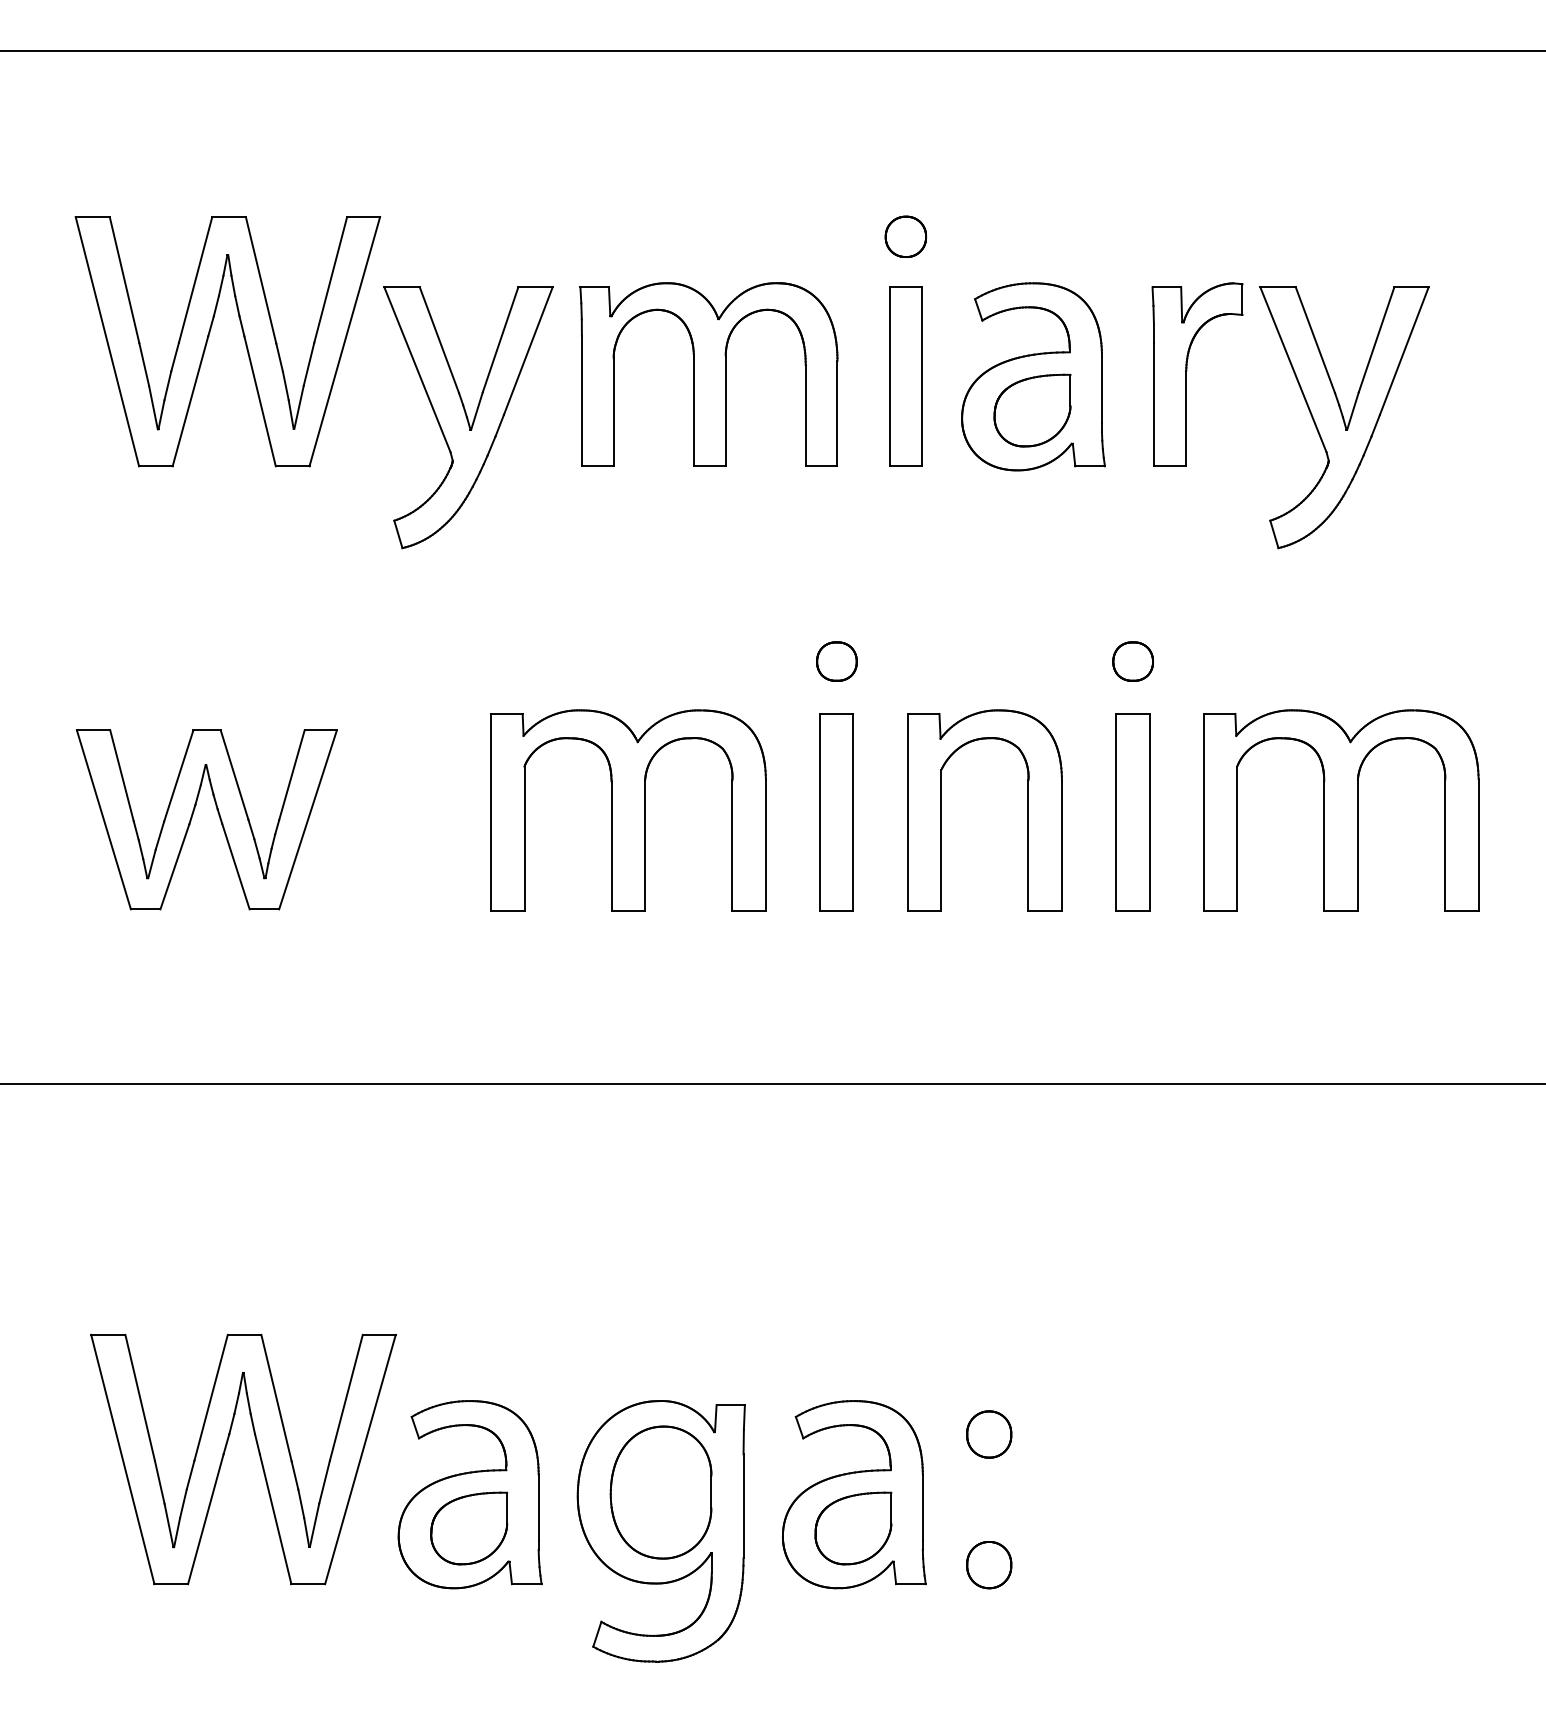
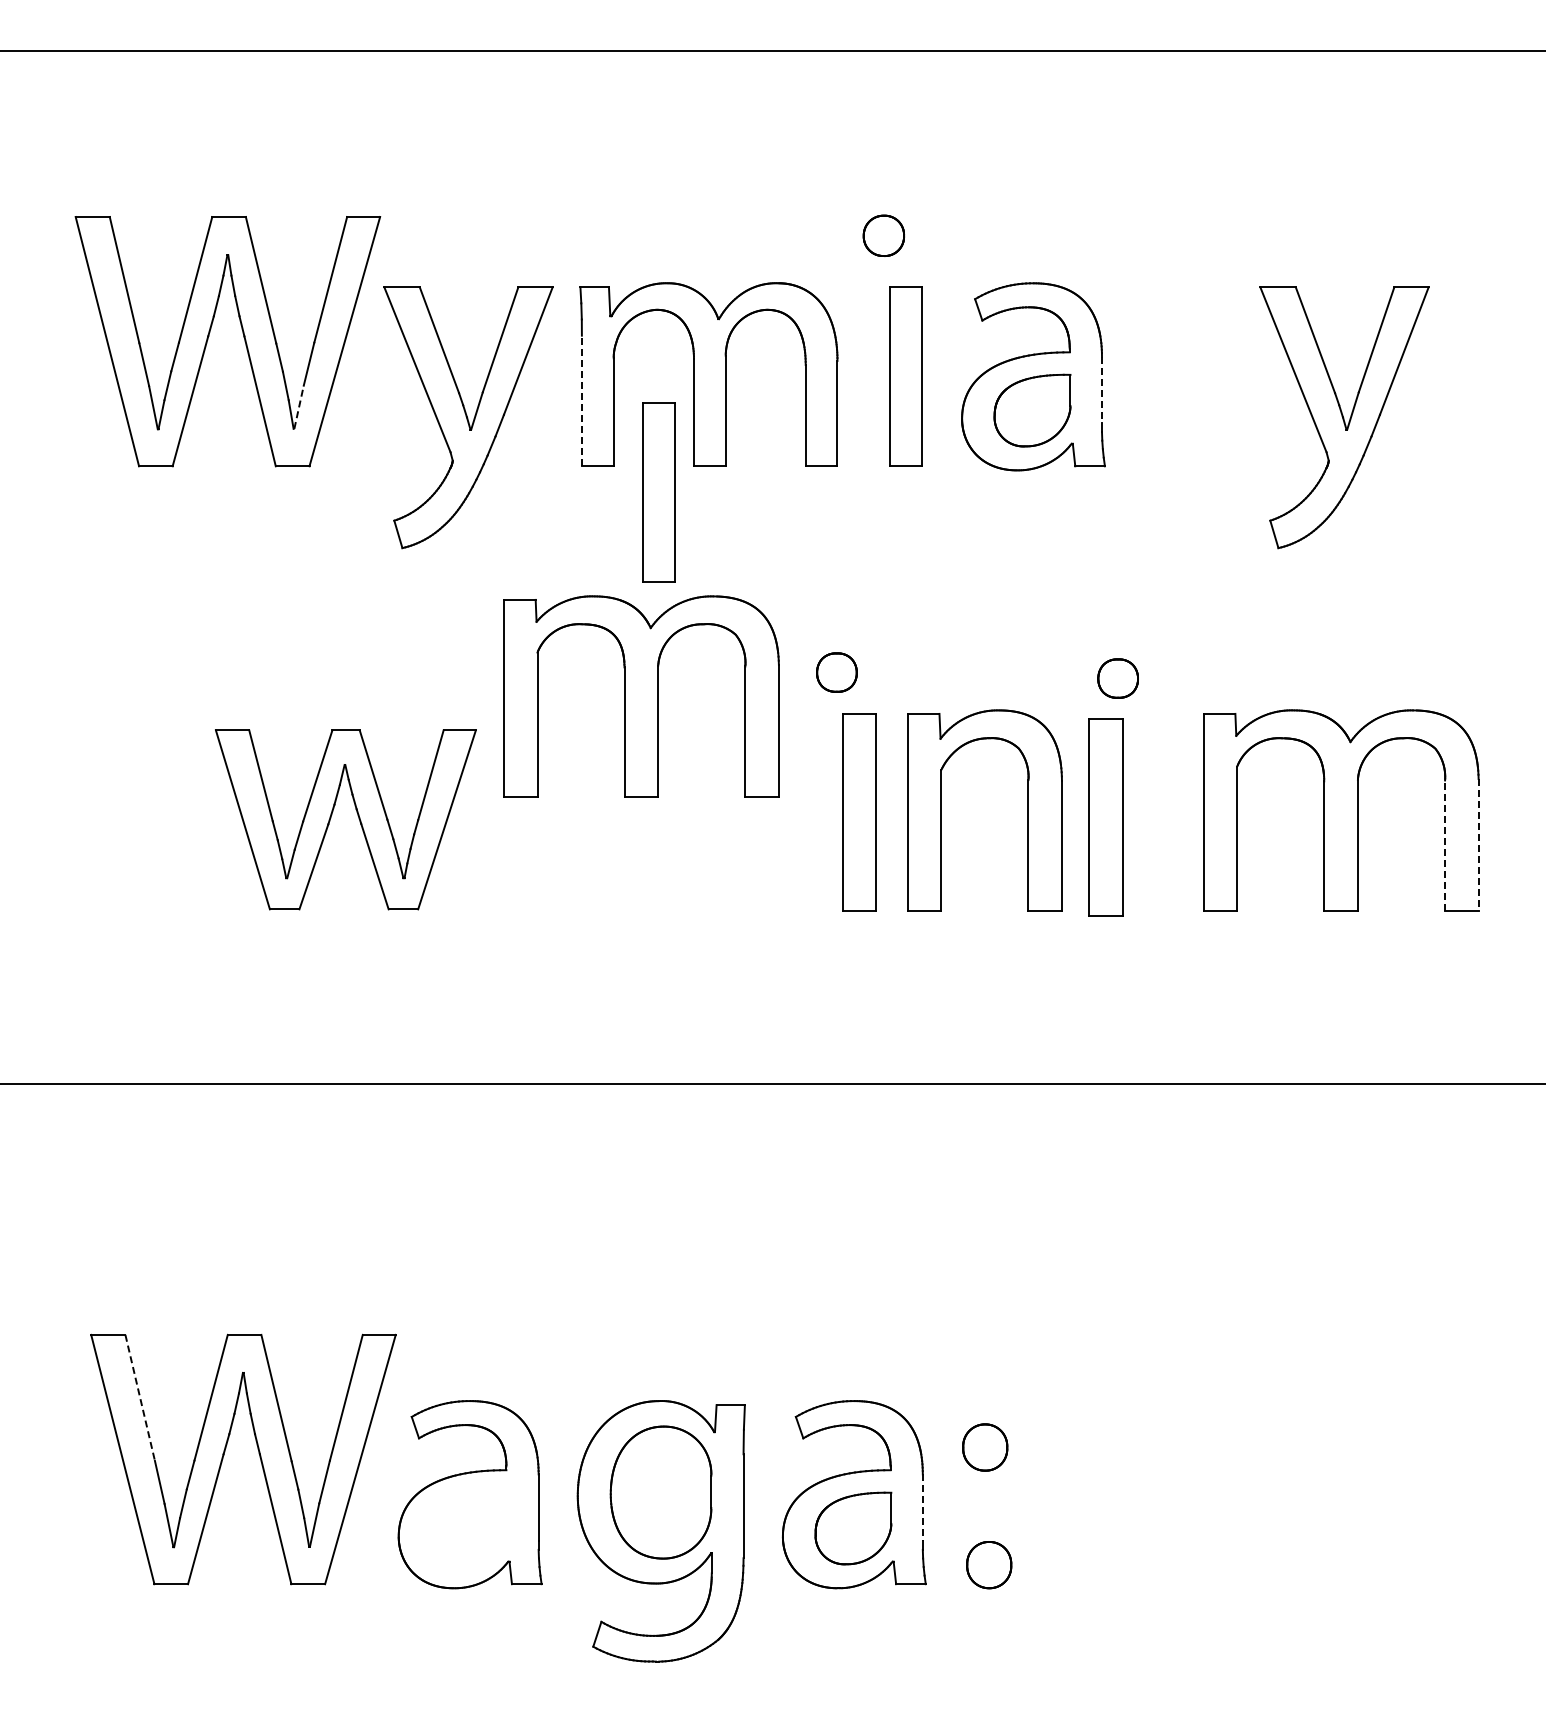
part at (905, 236) position: (905, 236) -> (883, 235)
part at (1187, 371): present -> none
line at (1101, 390): solid -> dashed
line at (581, 400): solid -> dashed
line at (299, 406): solid -> dashed
part at (658, 492): none -> present
part at (836, 661) position: (836, 661) -> (836, 672)
part at (1132, 661) position: (1132, 661) -> (1117, 678)
part at (628, 810) position: (628, 810) -> (641, 696)
part at (836, 812) position: (836, 812) -> (859, 812)
part at (1132, 812) position: (1132, 812) -> (1105, 817)
part at (218, 815) position: (218, 815) -> (357, 815)
line at (1478, 844): solid -> dashed
line at (1445, 845): solid -> dashed
line at (140, 1397): solid -> dashed
part at (989, 1434) position: (989, 1434) -> (985, 1447)
line at (922, 1508): solid -> dashed
part at (469, 1528): present -> none
